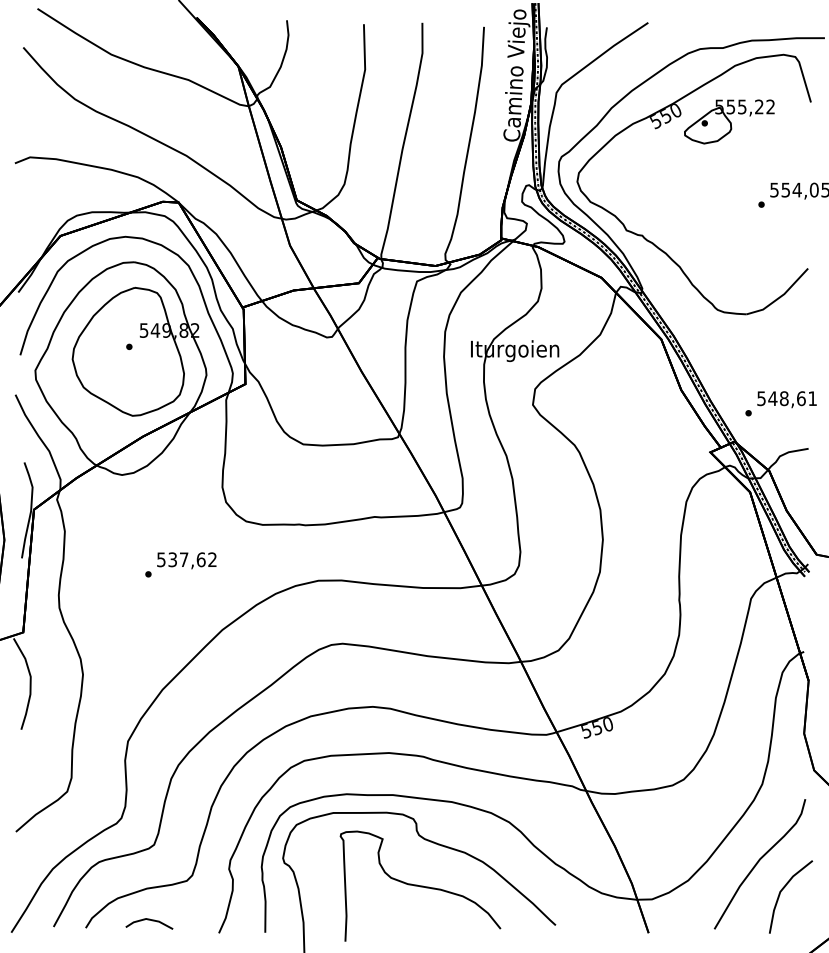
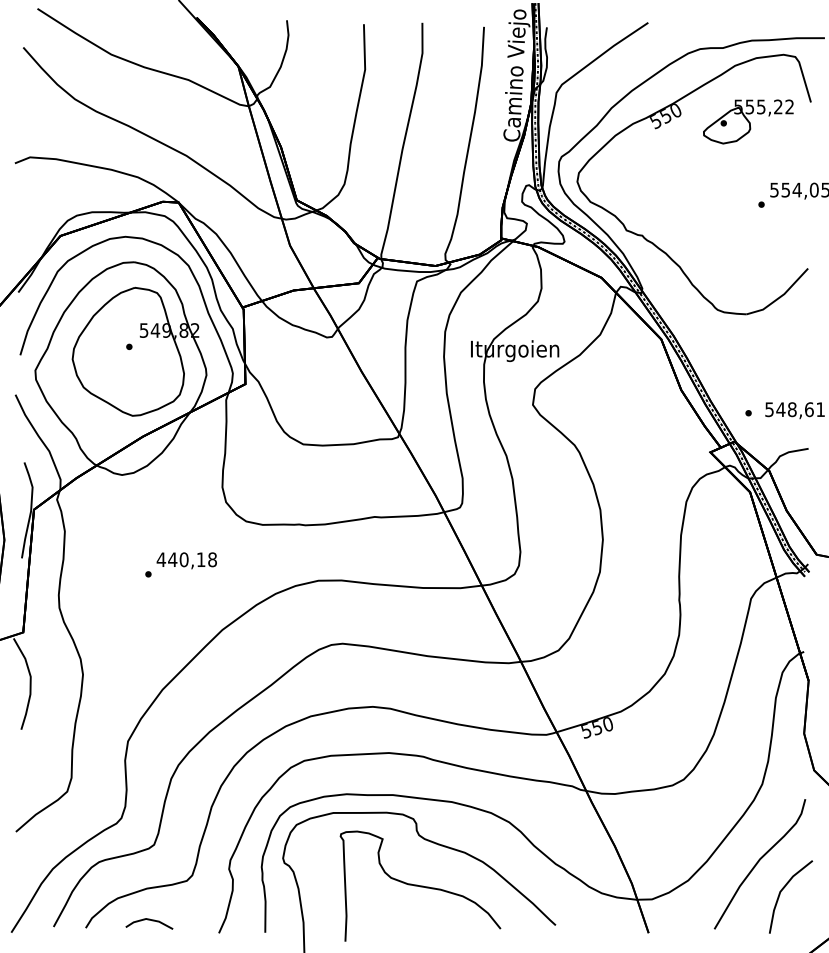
part at (729, 121) position: (729, 121) -> (748, 121)
text at (786, 399) position: (786, 399) -> (794, 410)
text at (186, 559): 537,62 -> 440,18
